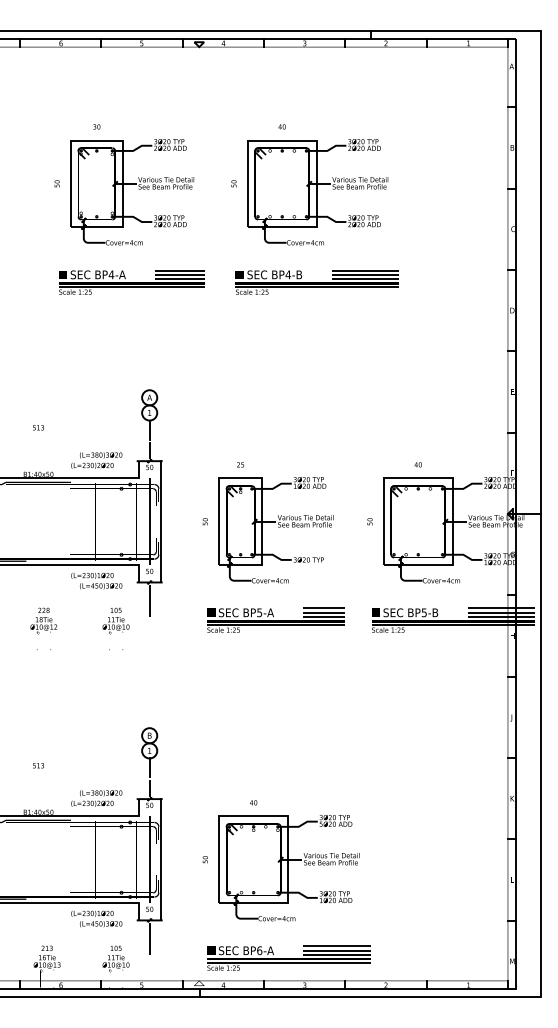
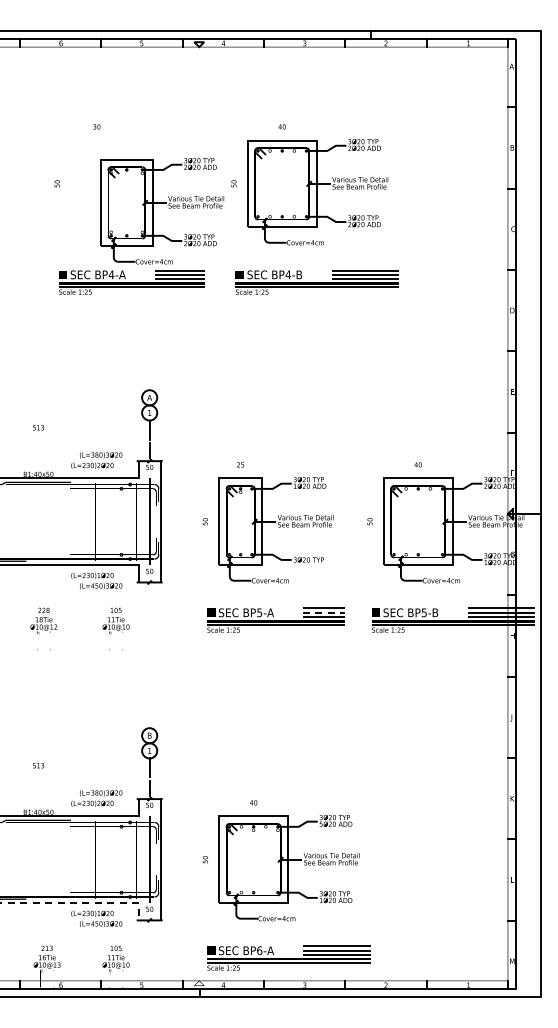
part at (138, 189) position: (138, 189) -> (168, 208)
line at (149, 600): present -> none
line at (323, 612): solid -> dashed
line at (78, 903): solid -> dashed
line at (149, 938): present -> none
